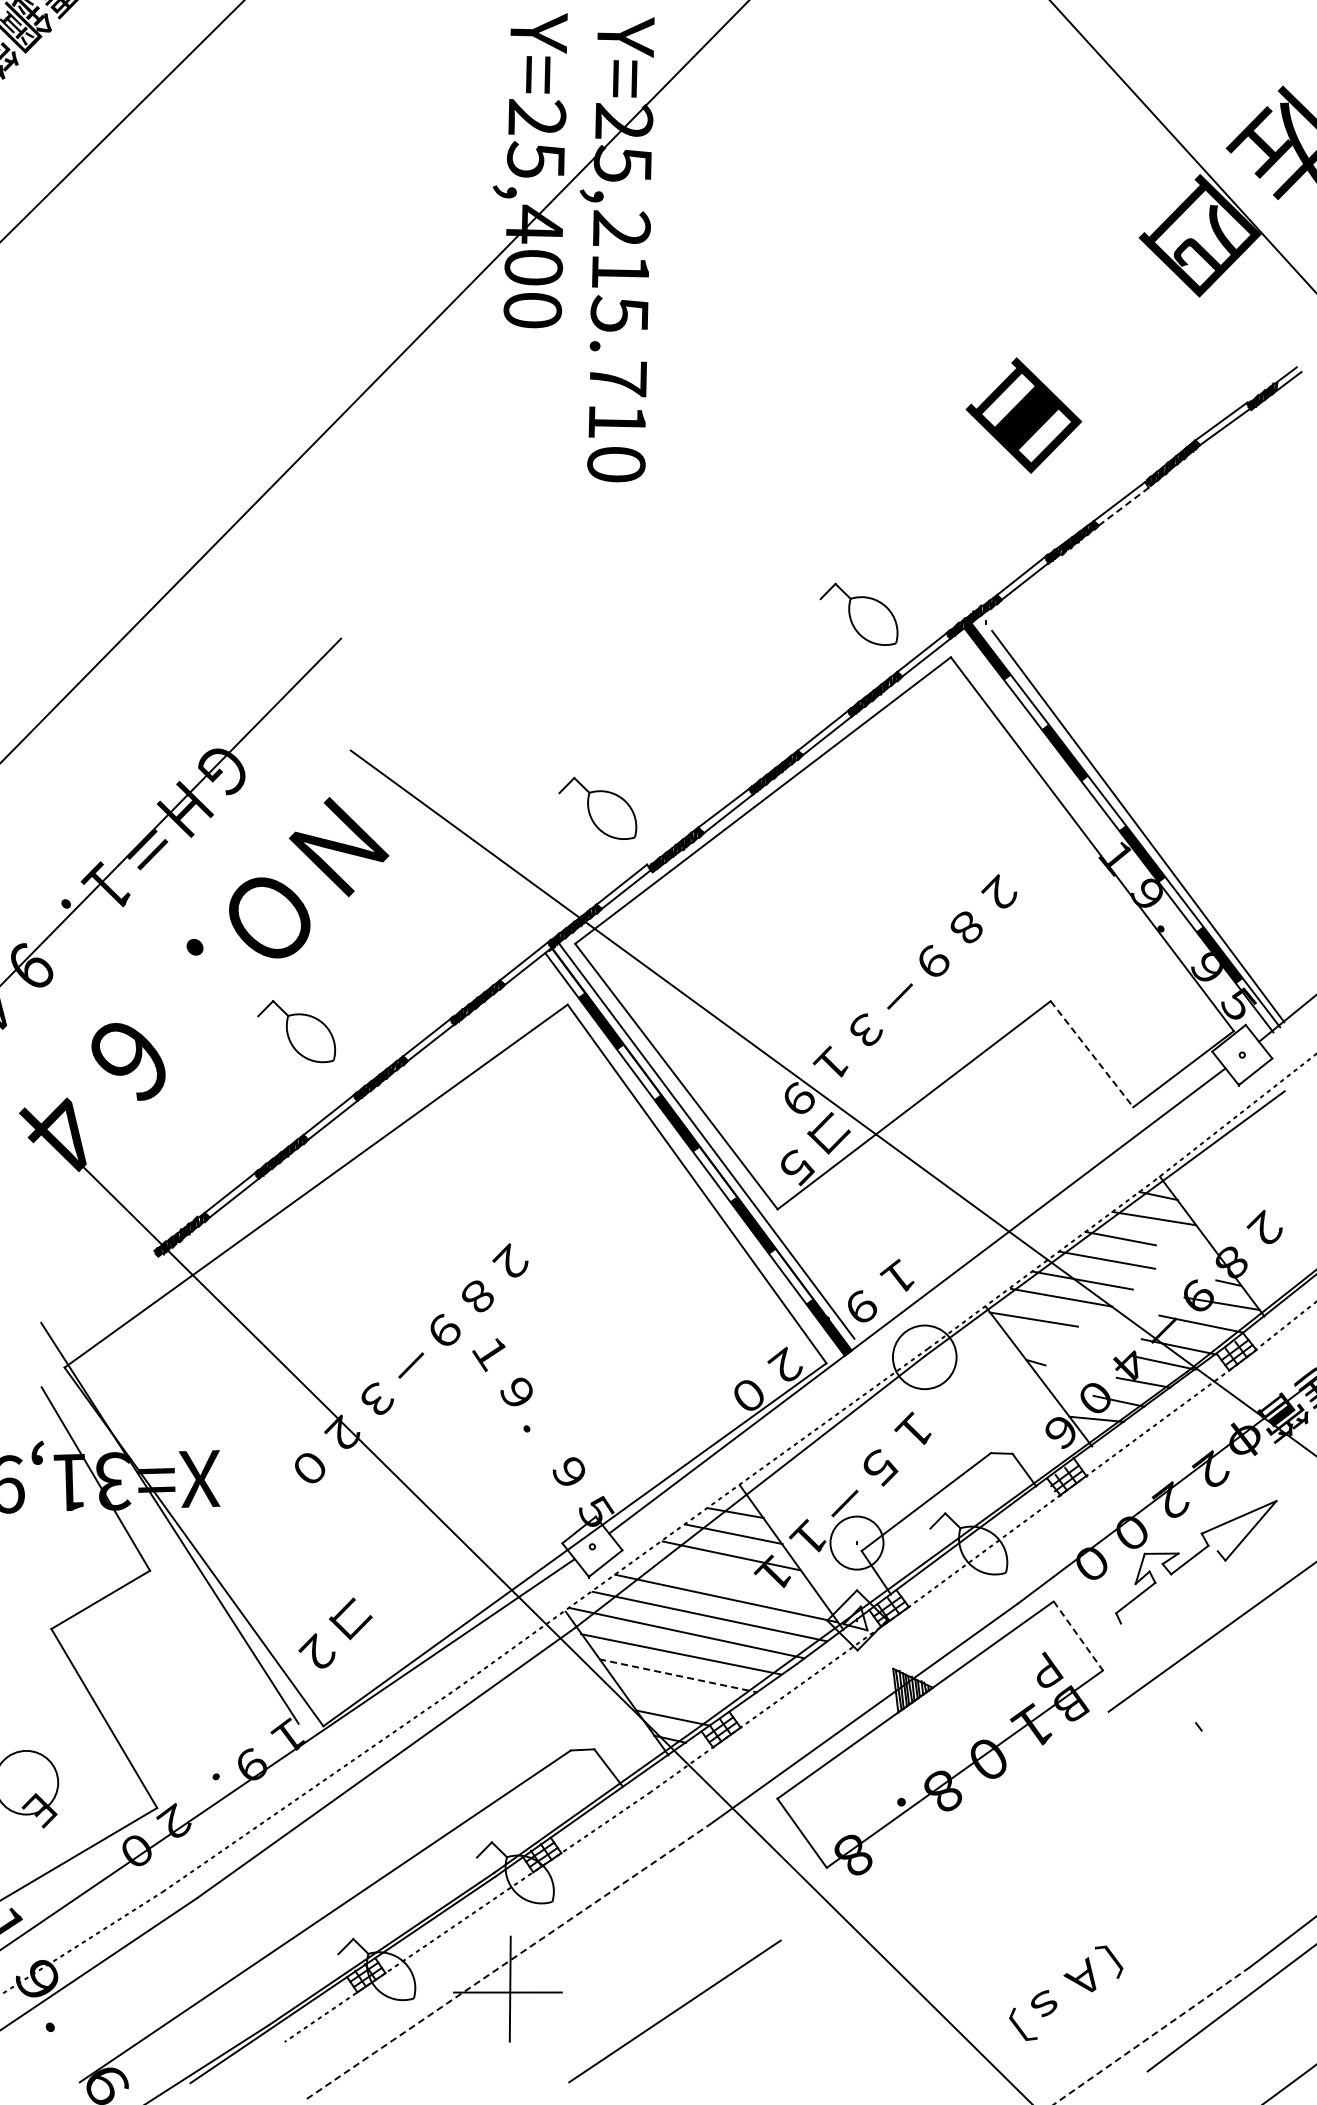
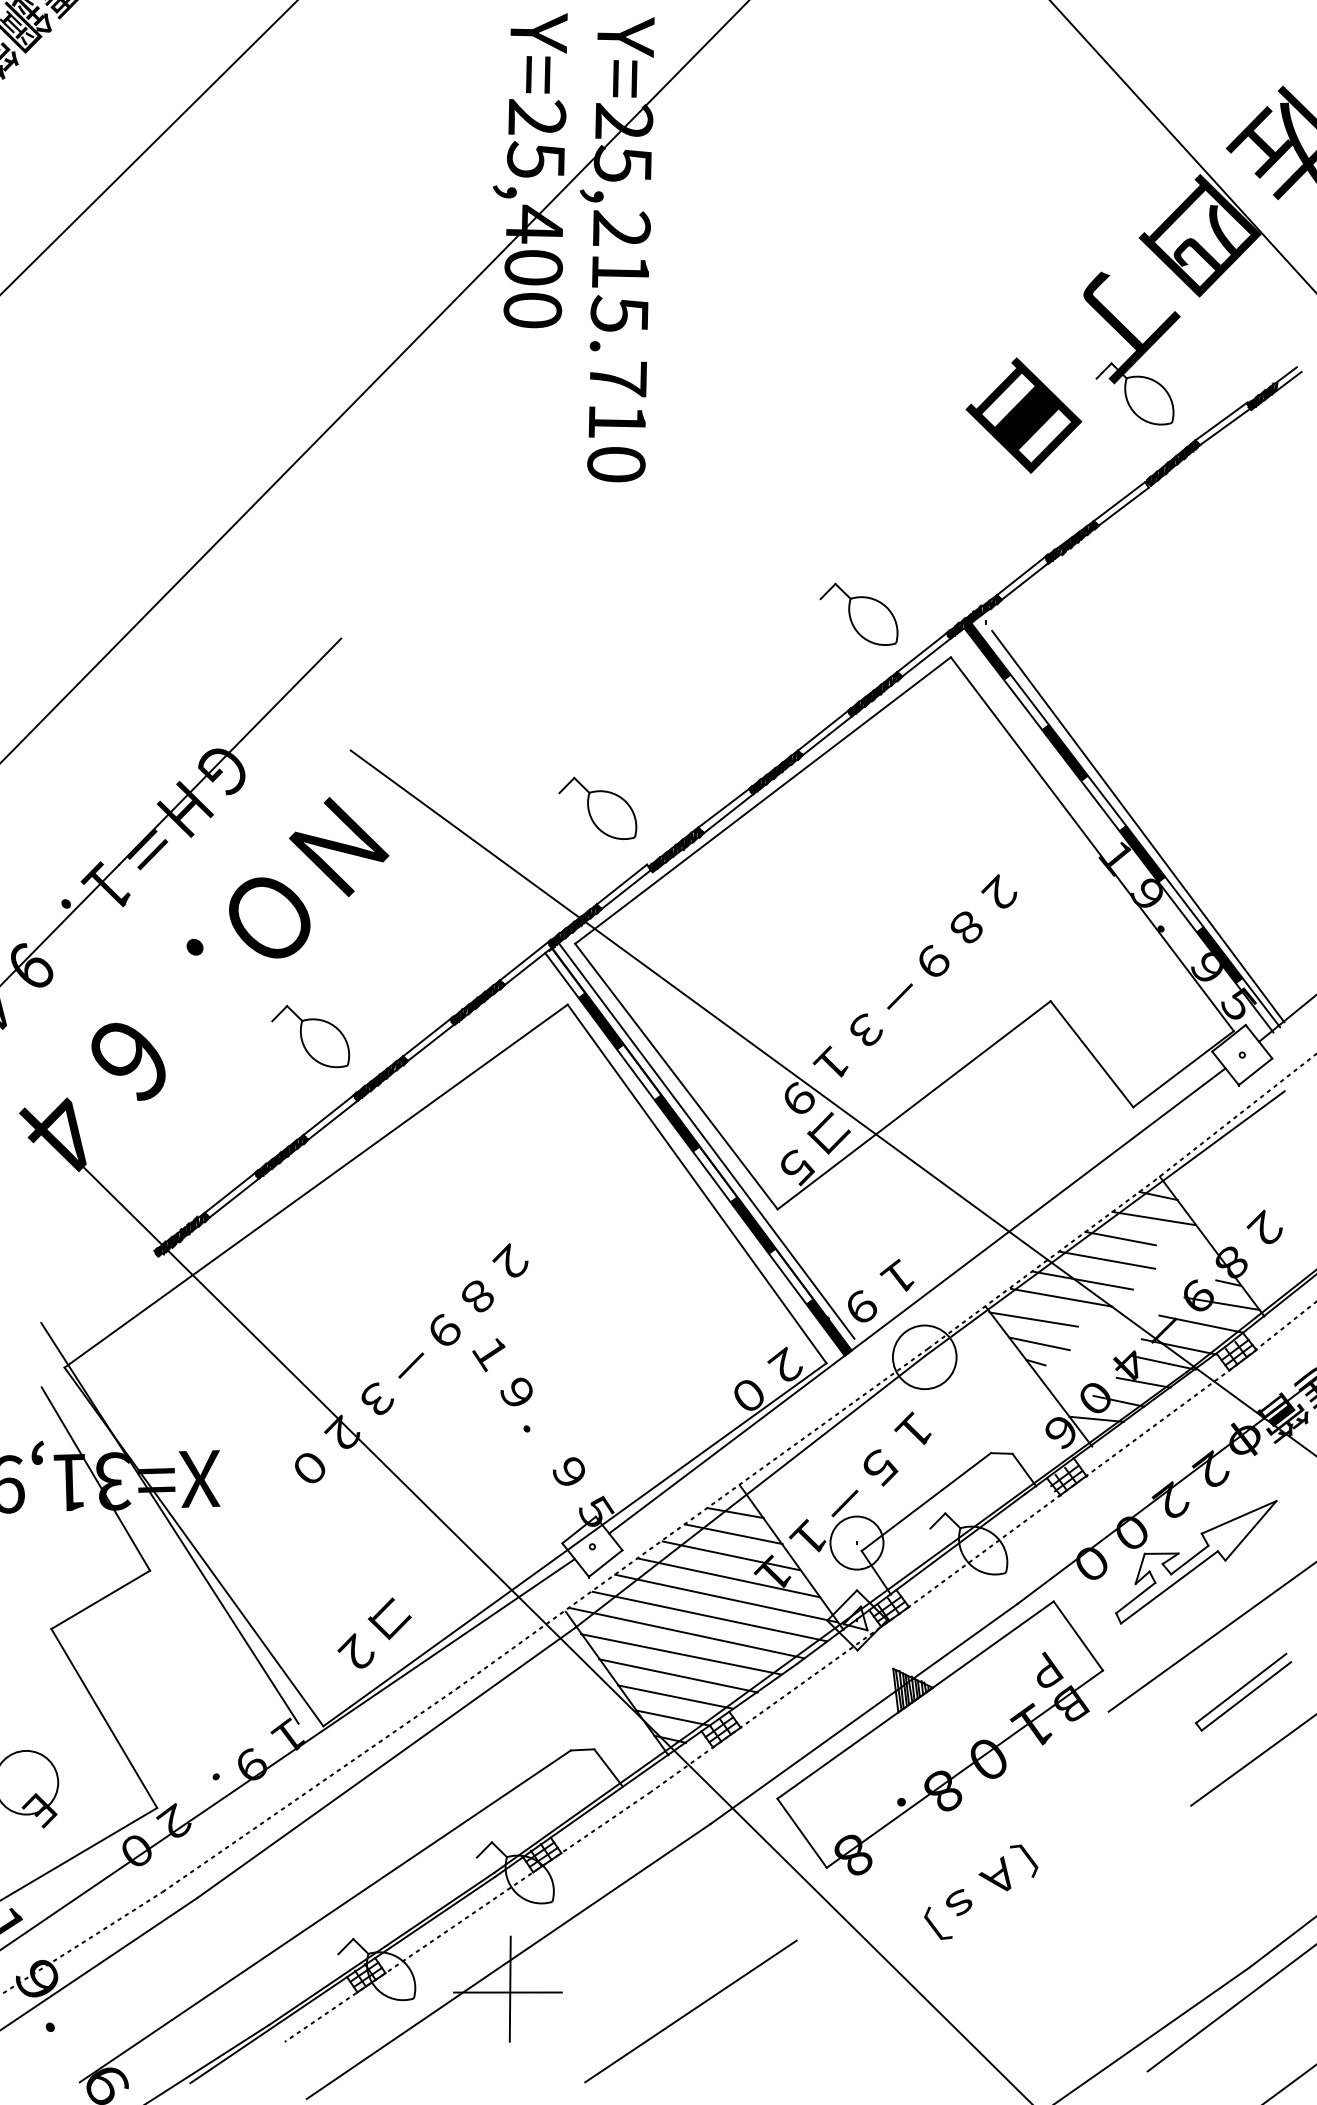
line at (122, 121) position: (122, 121) -> (148, 147)
part at (1131, 348): none -> present
line at (1124, 506): dashed -> solid
part at (296, 1031) position: (296, 1031) -> (310, 1036)
line at (1092, 1054): dashed -> solid
line at (1039, 1343): none -> present
line at (728, 1577): none -> present
line at (1169, 1587): none -> present
text at (335, 1632) position: (335, 1632) -> (374, 1632)
line at (1078, 1636): dashed -> solid
line at (678, 1676): dashed -> solid
line at (1241, 1688): none -> present
line at (675, 1696): none -> present
line at (1246, 1696): none -> present
line at (1252, 1760): none -> present
line at (509, 1961): dashed -> solid
text at (1066, 1992) position: (1066, 1992) -> (981, 1891)
line at (674, 2011) position: (674, 2011) -> (690, 2011)
line at (1151, 2036): dashed -> solid
